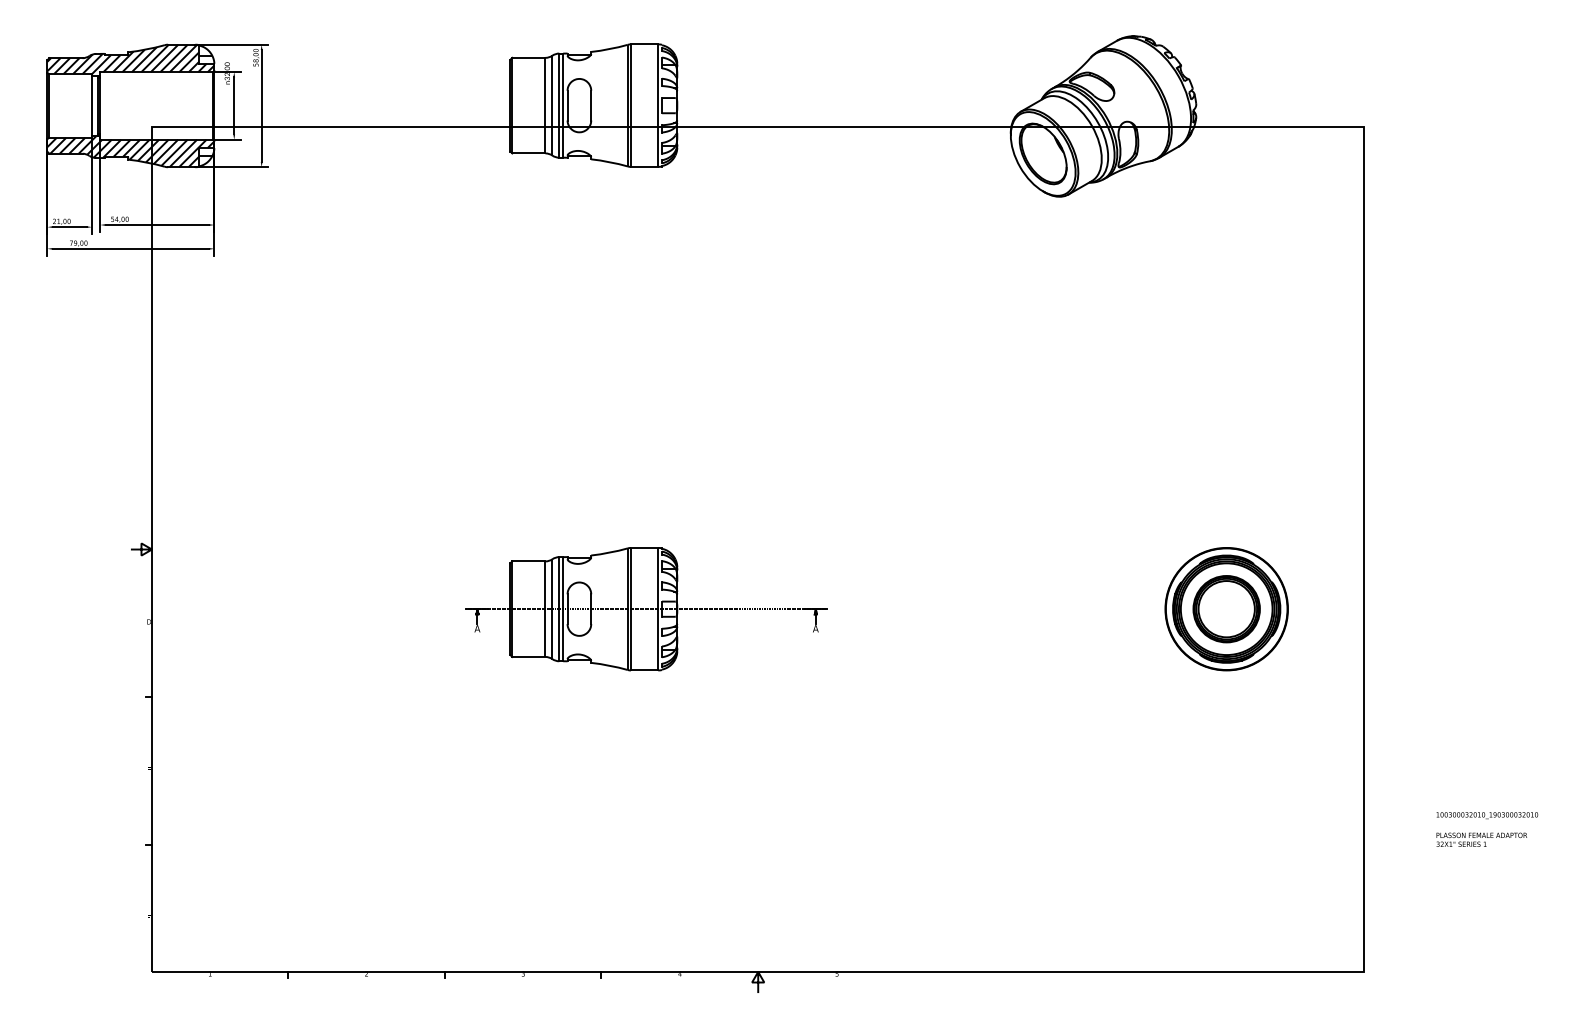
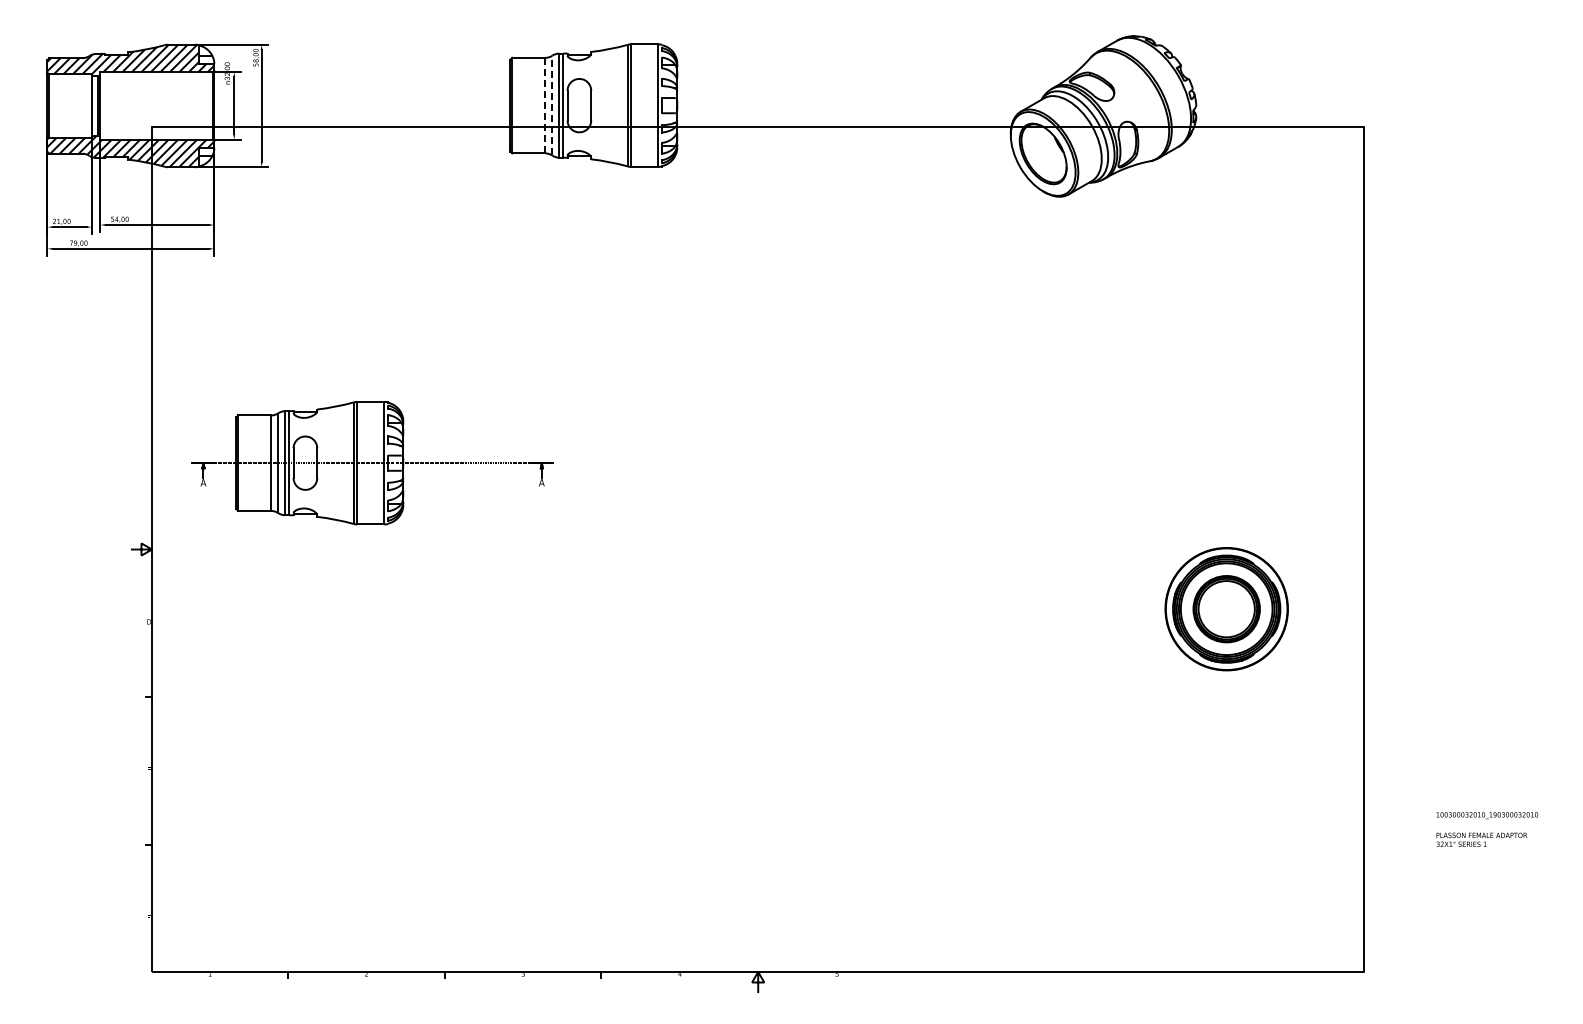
line at (545, 105): solid -> dashed
line at (552, 105): solid -> dashed
part at (646, 609) position: (646, 609) -> (372, 463)
